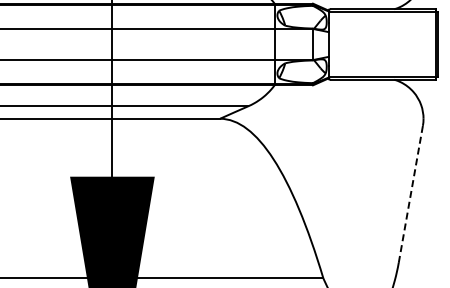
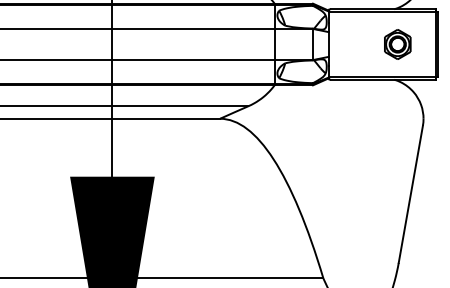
part at (397, 44): none -> present
line at (410, 194): dashed -> solid
